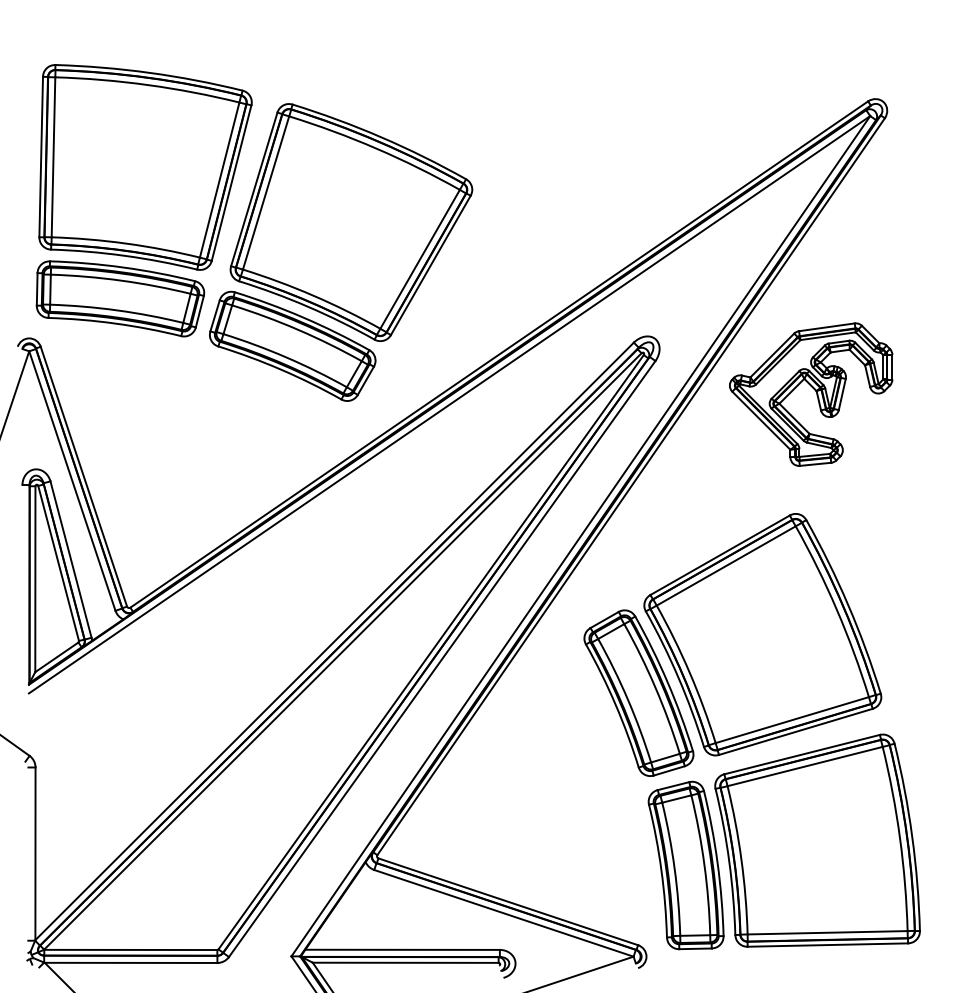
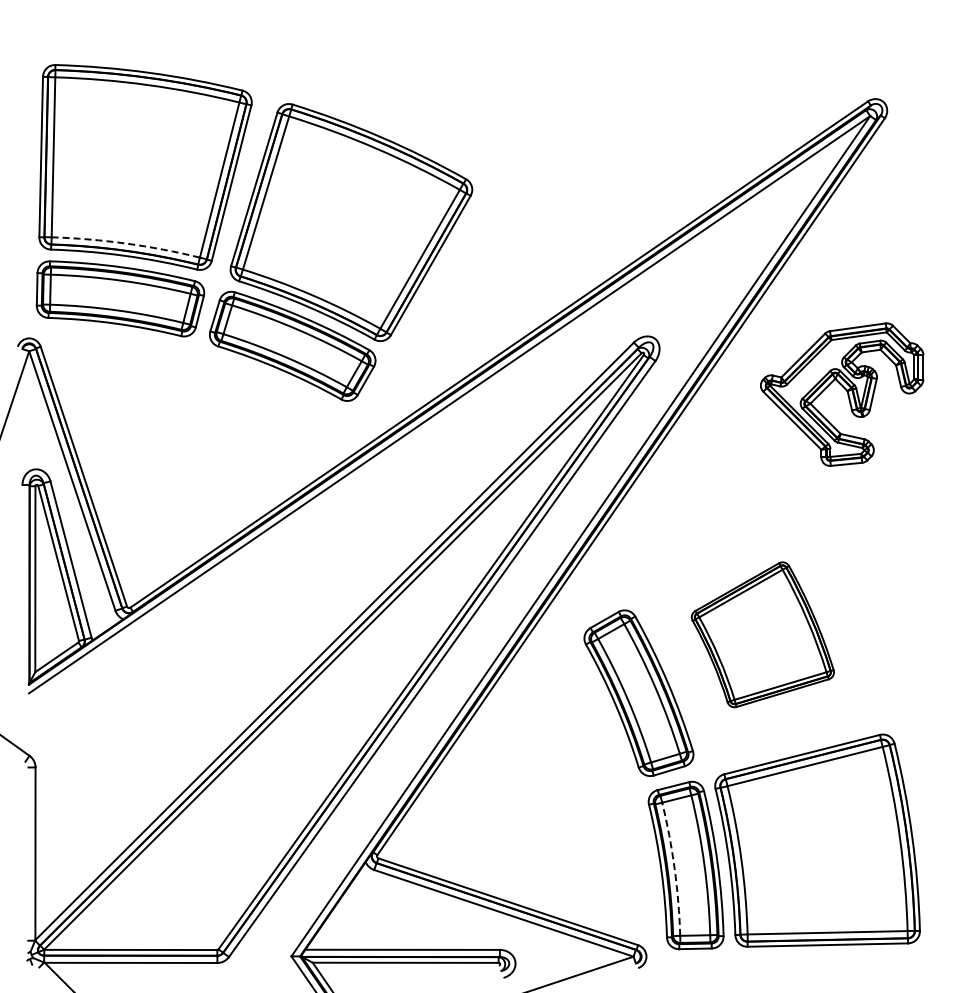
arc at (126, 243): solid -> dashed
part at (811, 394) position: (811, 394) -> (842, 394)
part at (762, 634) size: 240x244 px -> 145x148 px
arc at (674, 868): solid -> dashed
